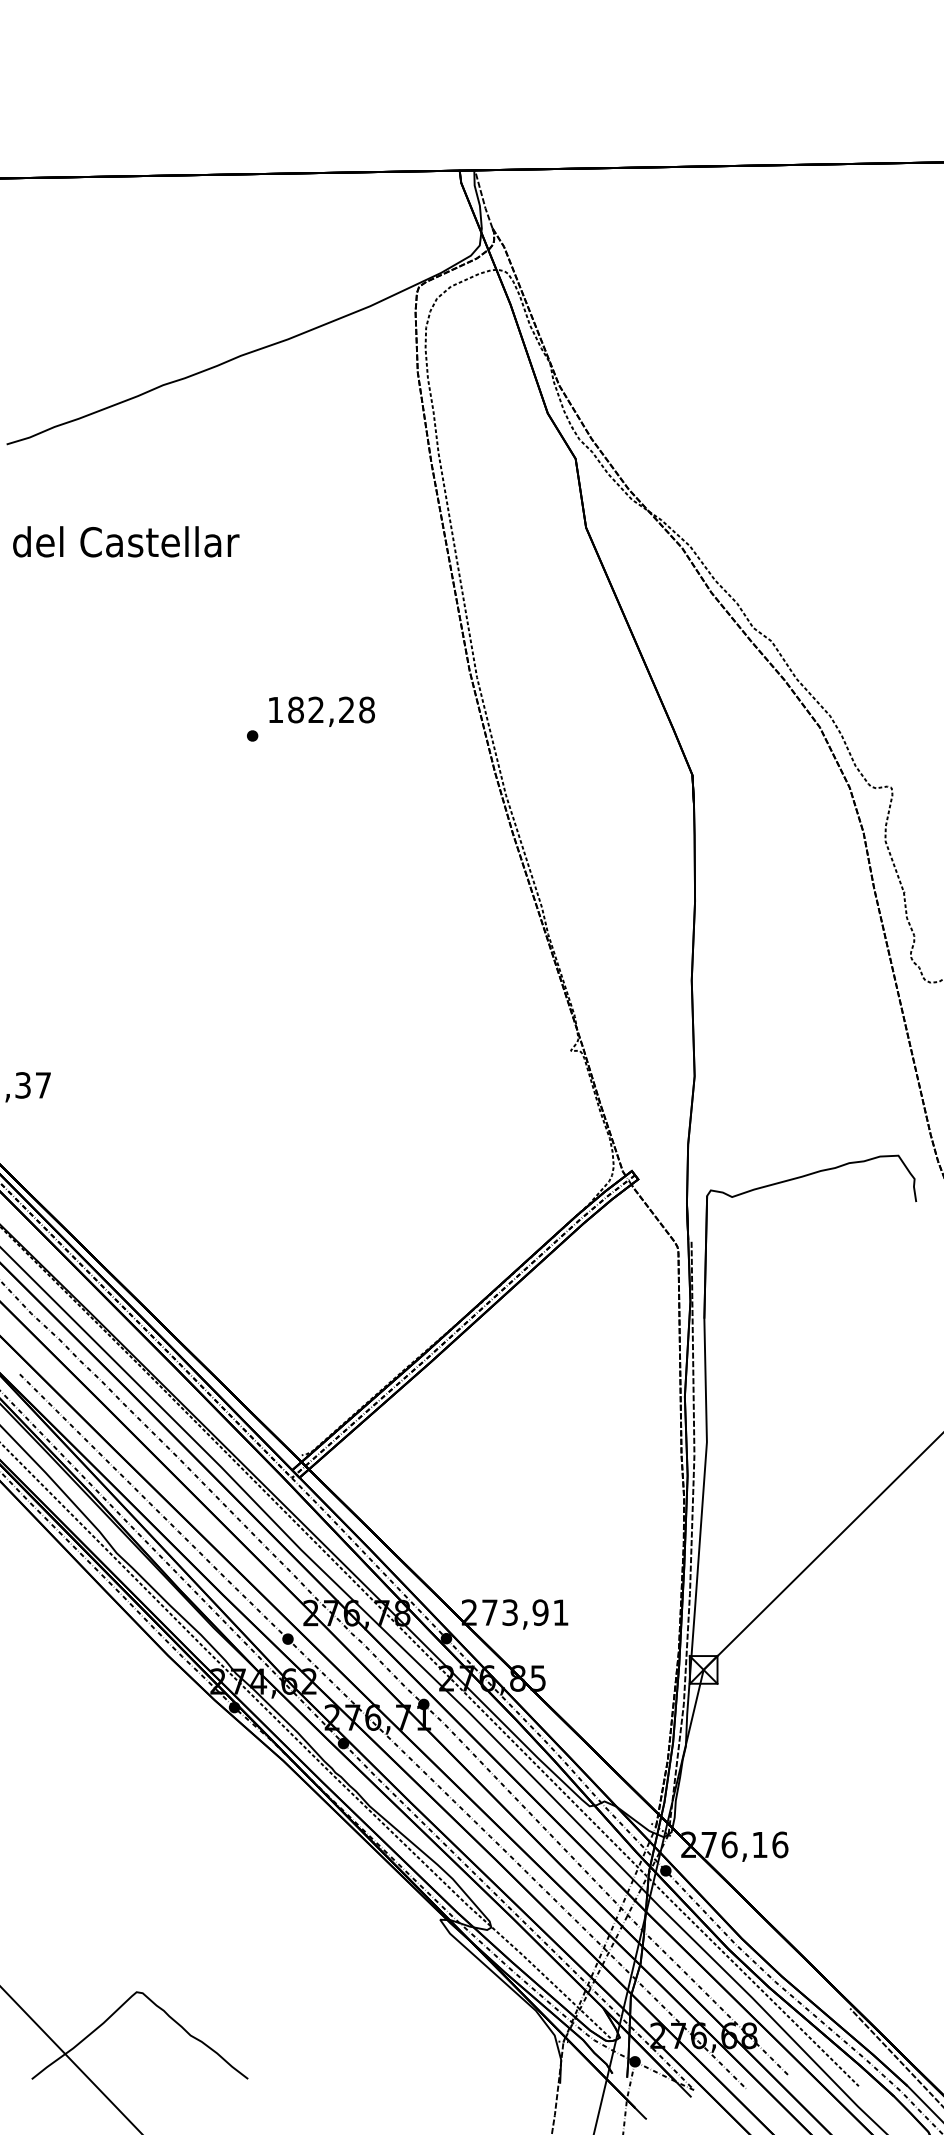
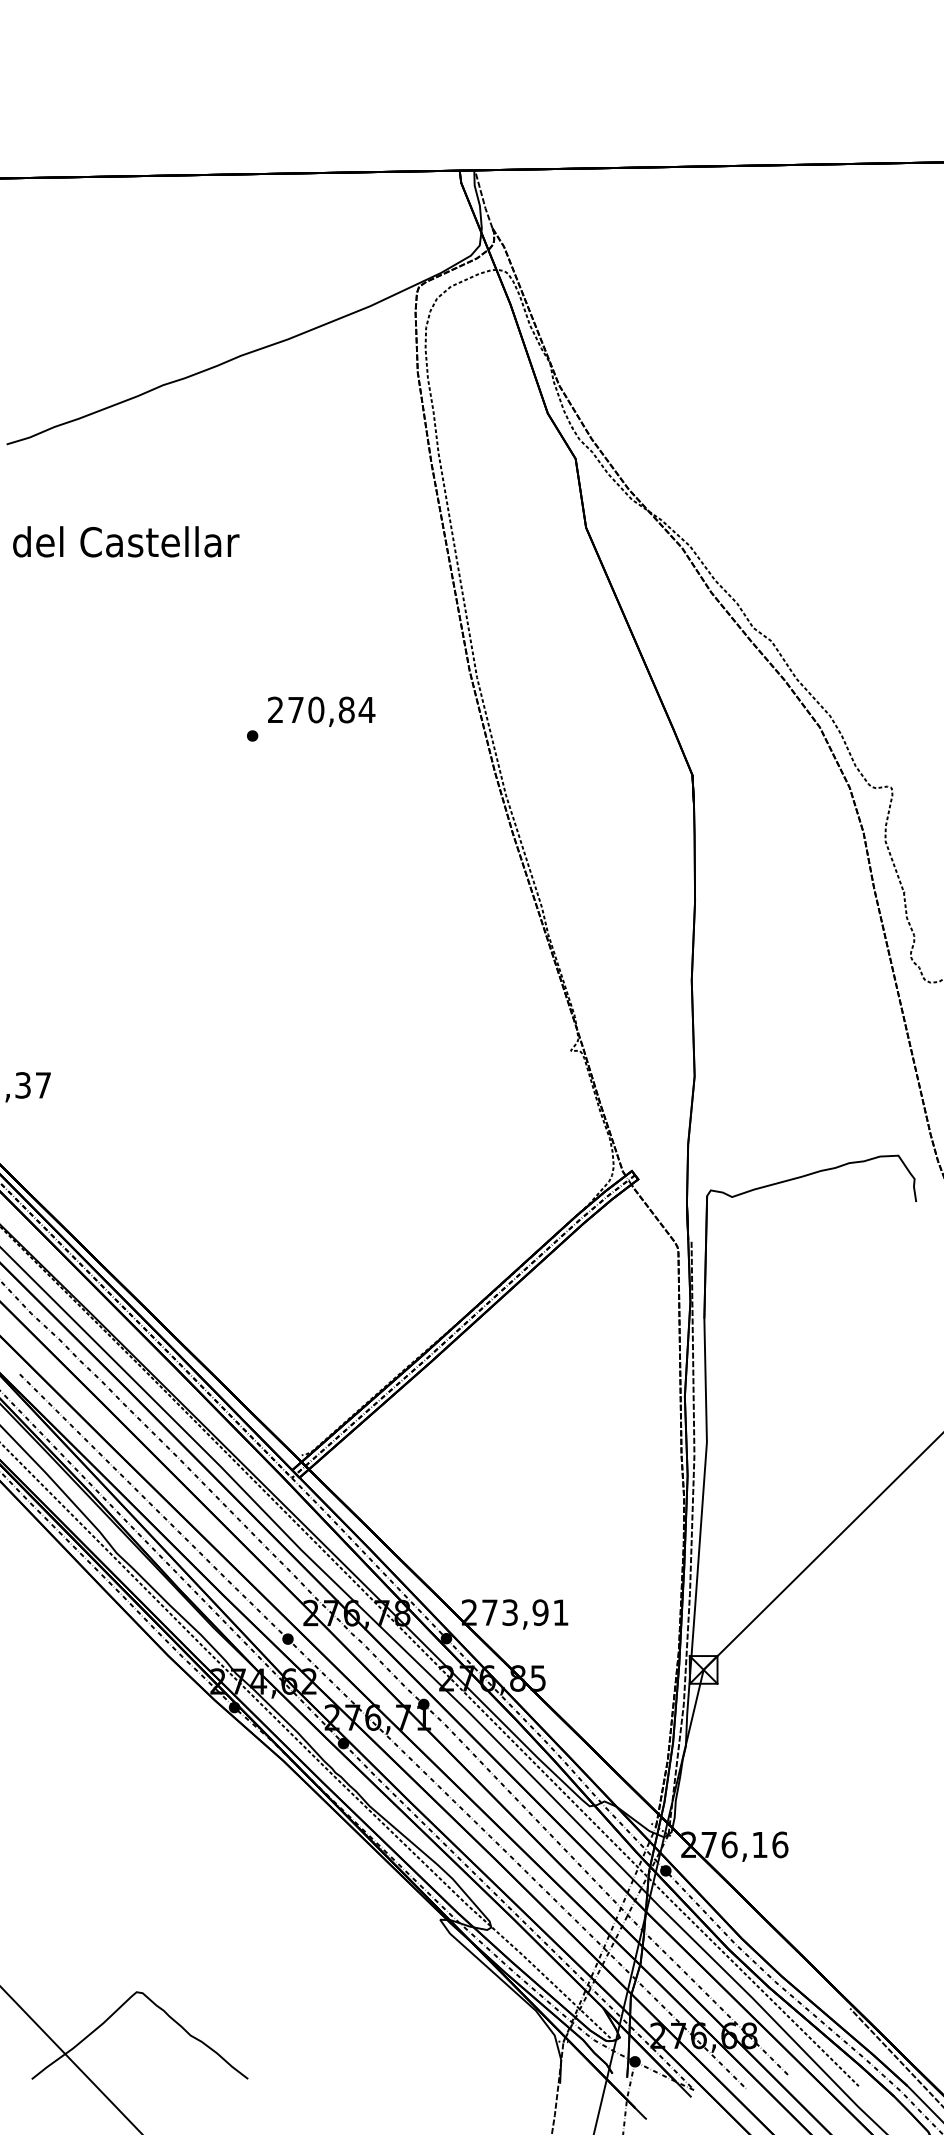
text at (321, 709): 182,28 -> 270,84
